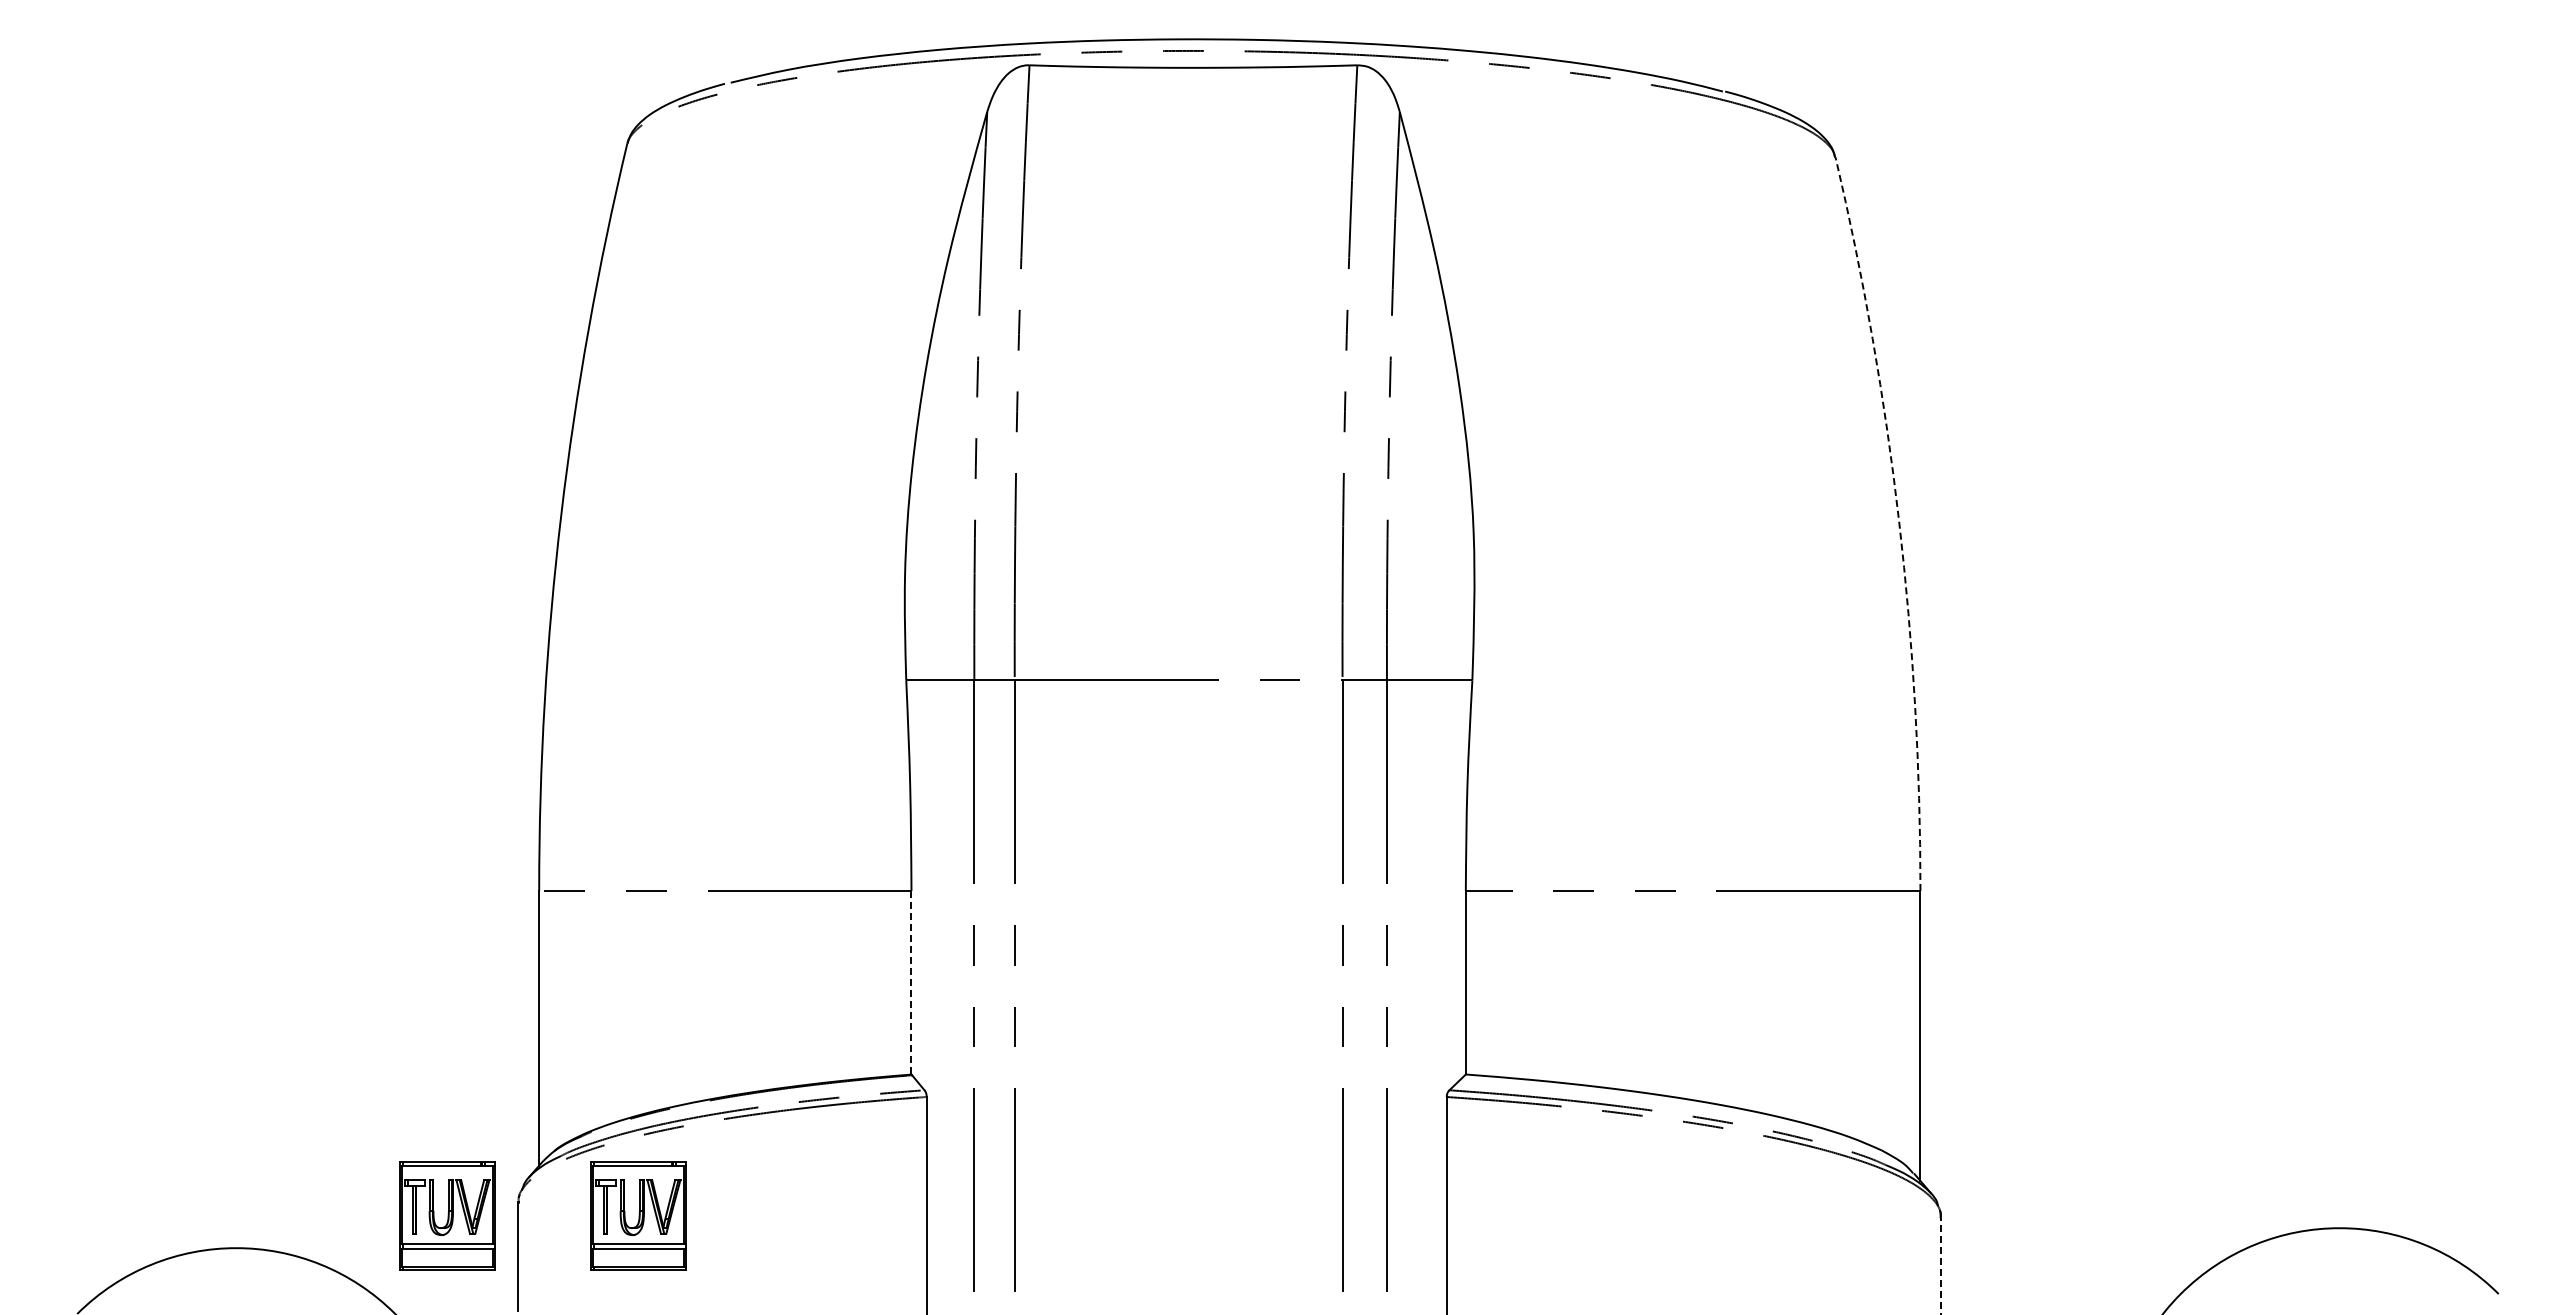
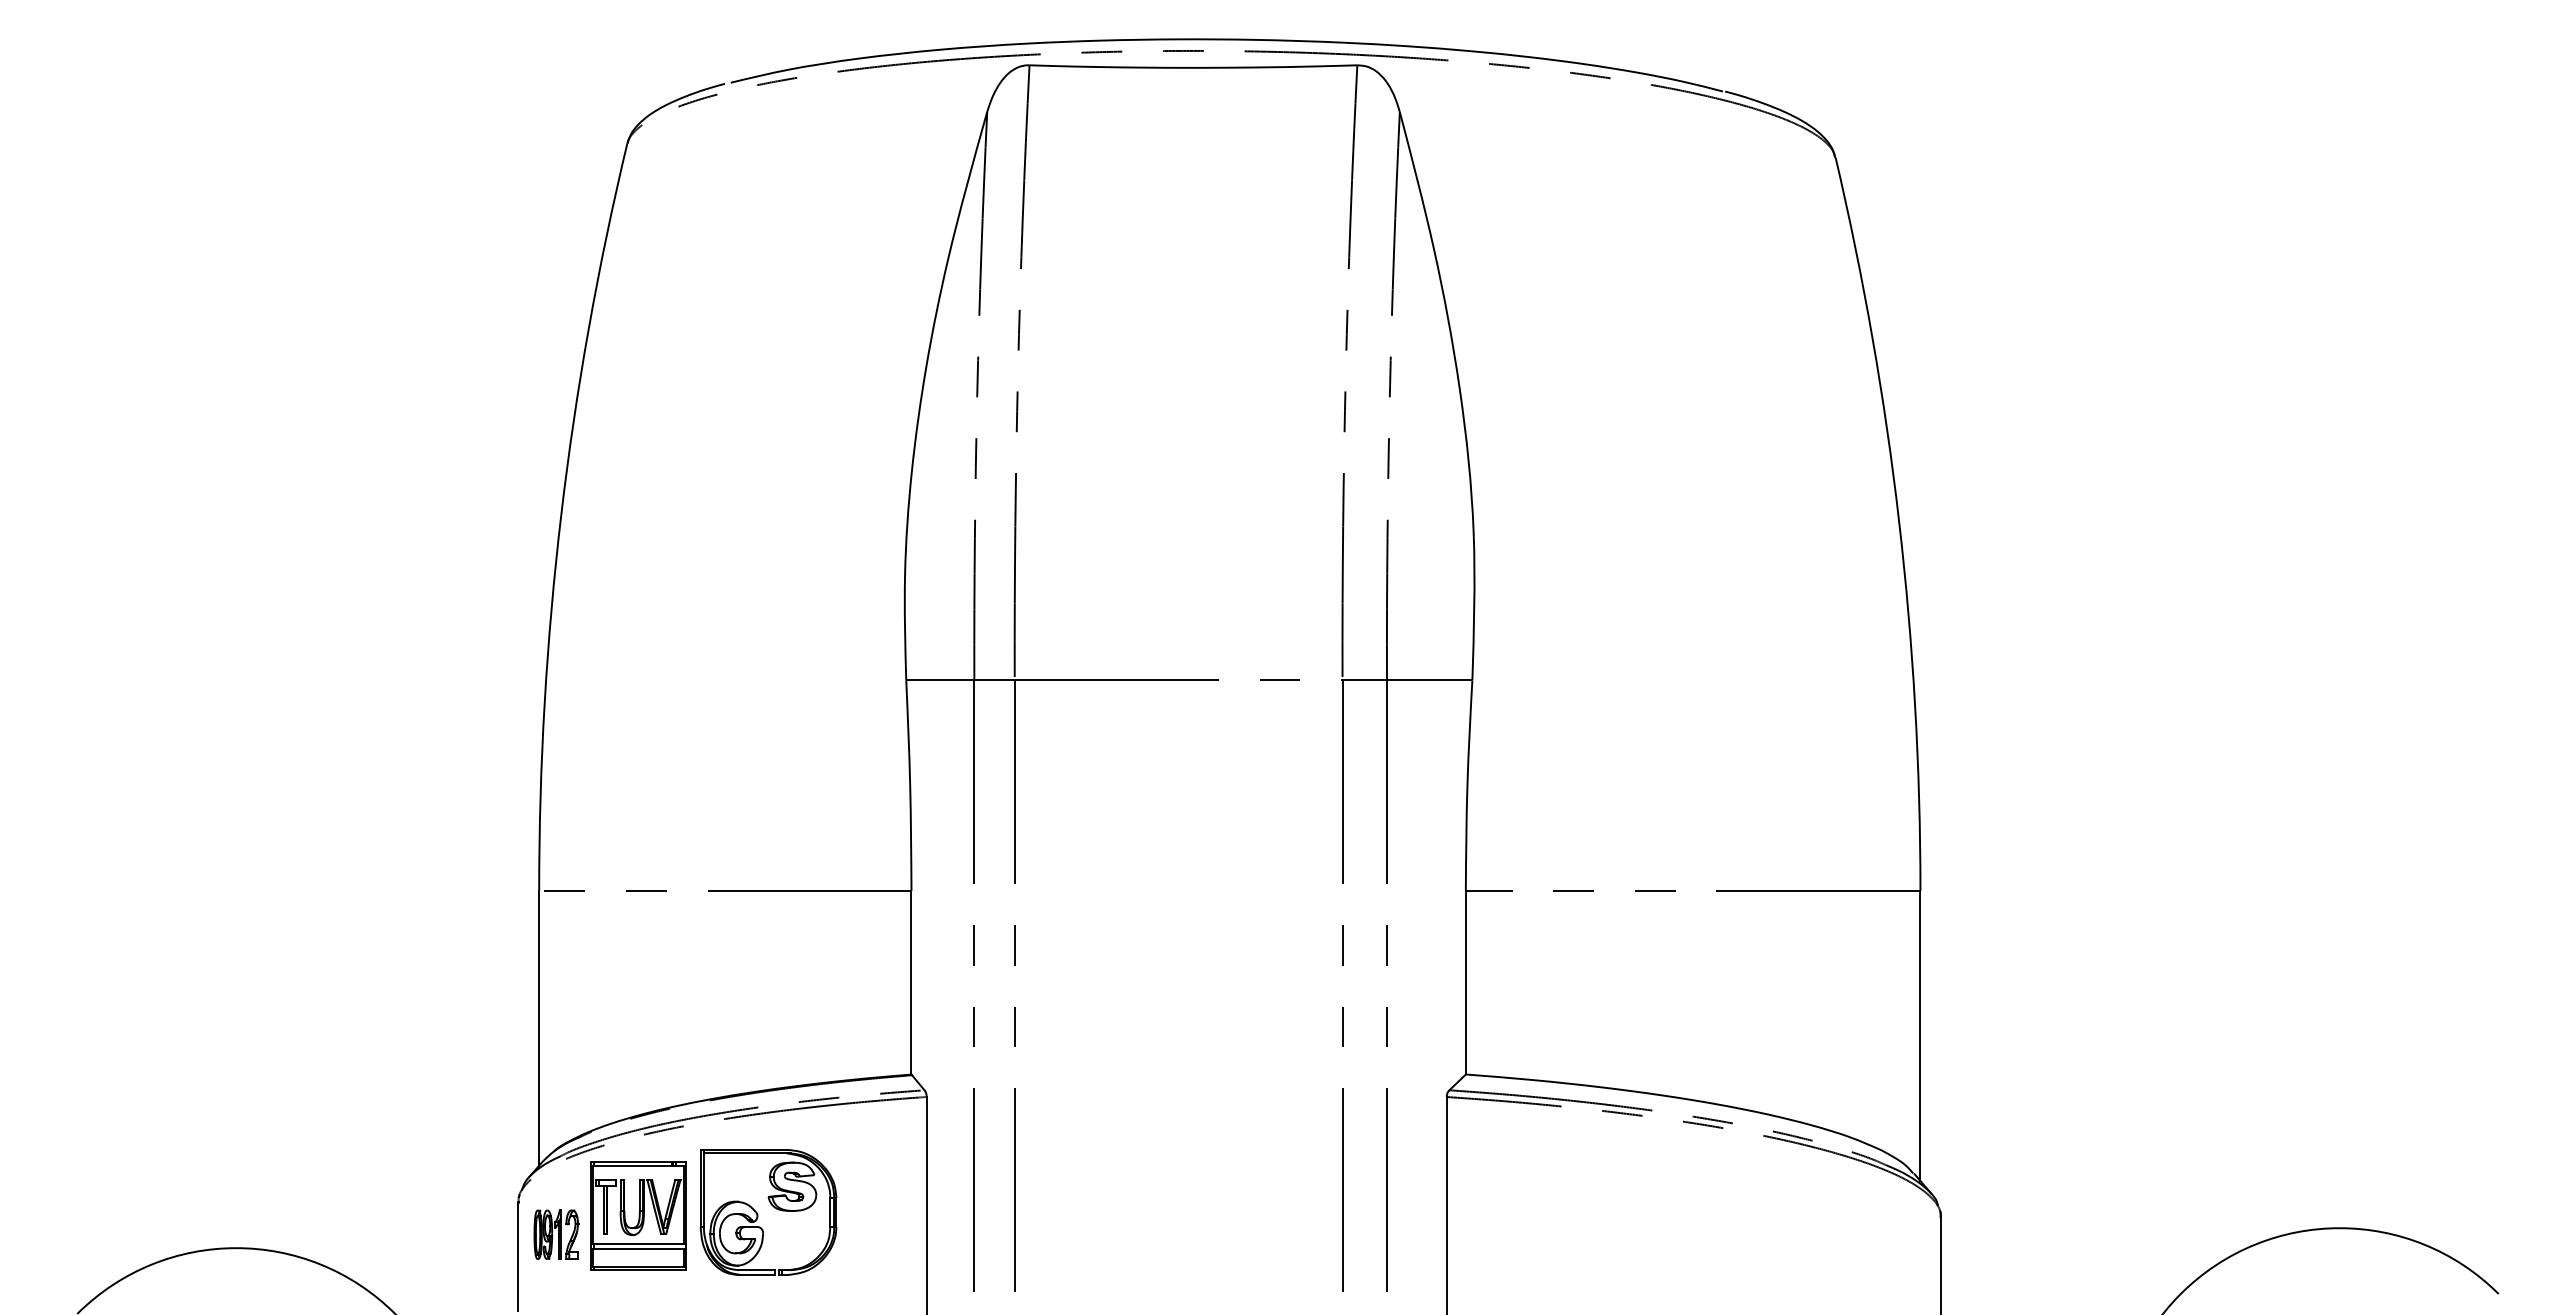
arc at (1899, 521): dashed -> solid
line at (911, 982): dashed -> solid
part at (773, 1207): none -> present
part at (447, 1215): present -> none
part at (556, 1234): none -> present
line at (1941, 1265): dashed -> solid
